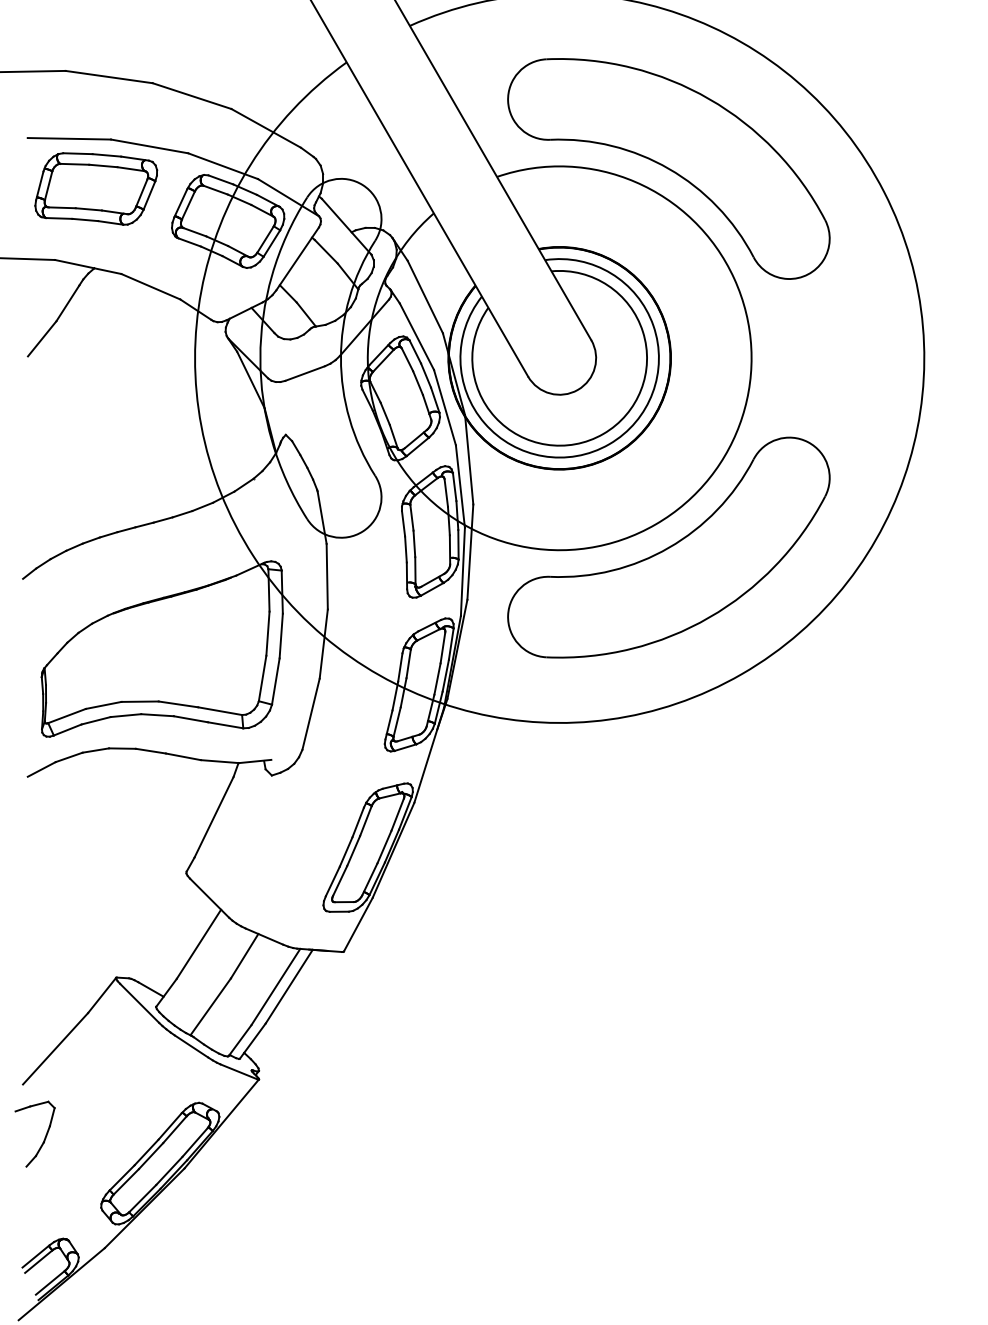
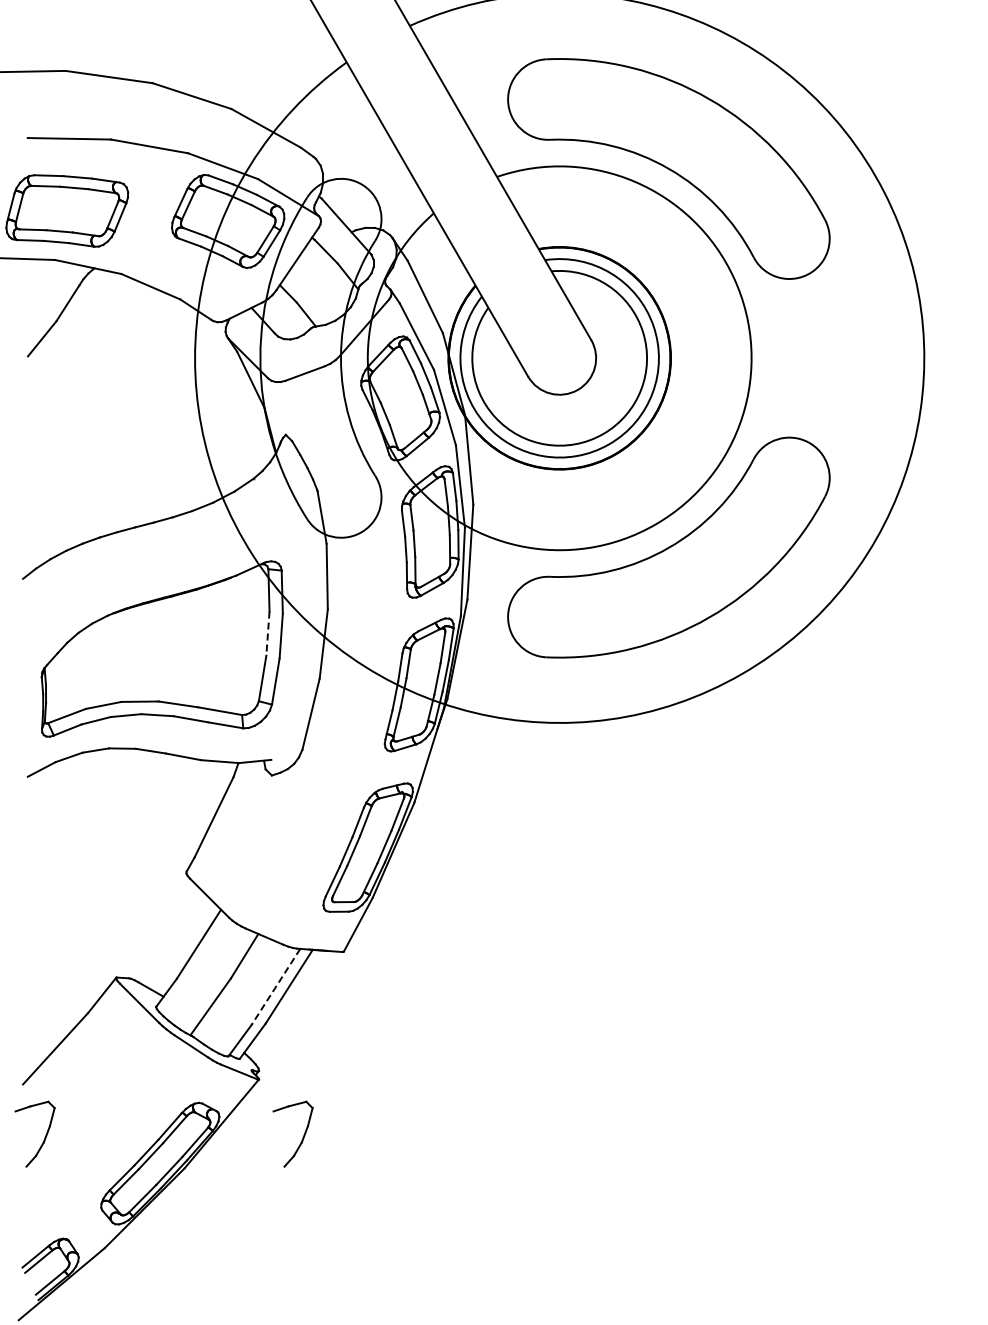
part at (96, 188) position: (96, 188) -> (67, 210)
line at (267, 634): solid -> dashed
line at (275, 987): solid -> dashed
part at (302, 1137): none -> present
